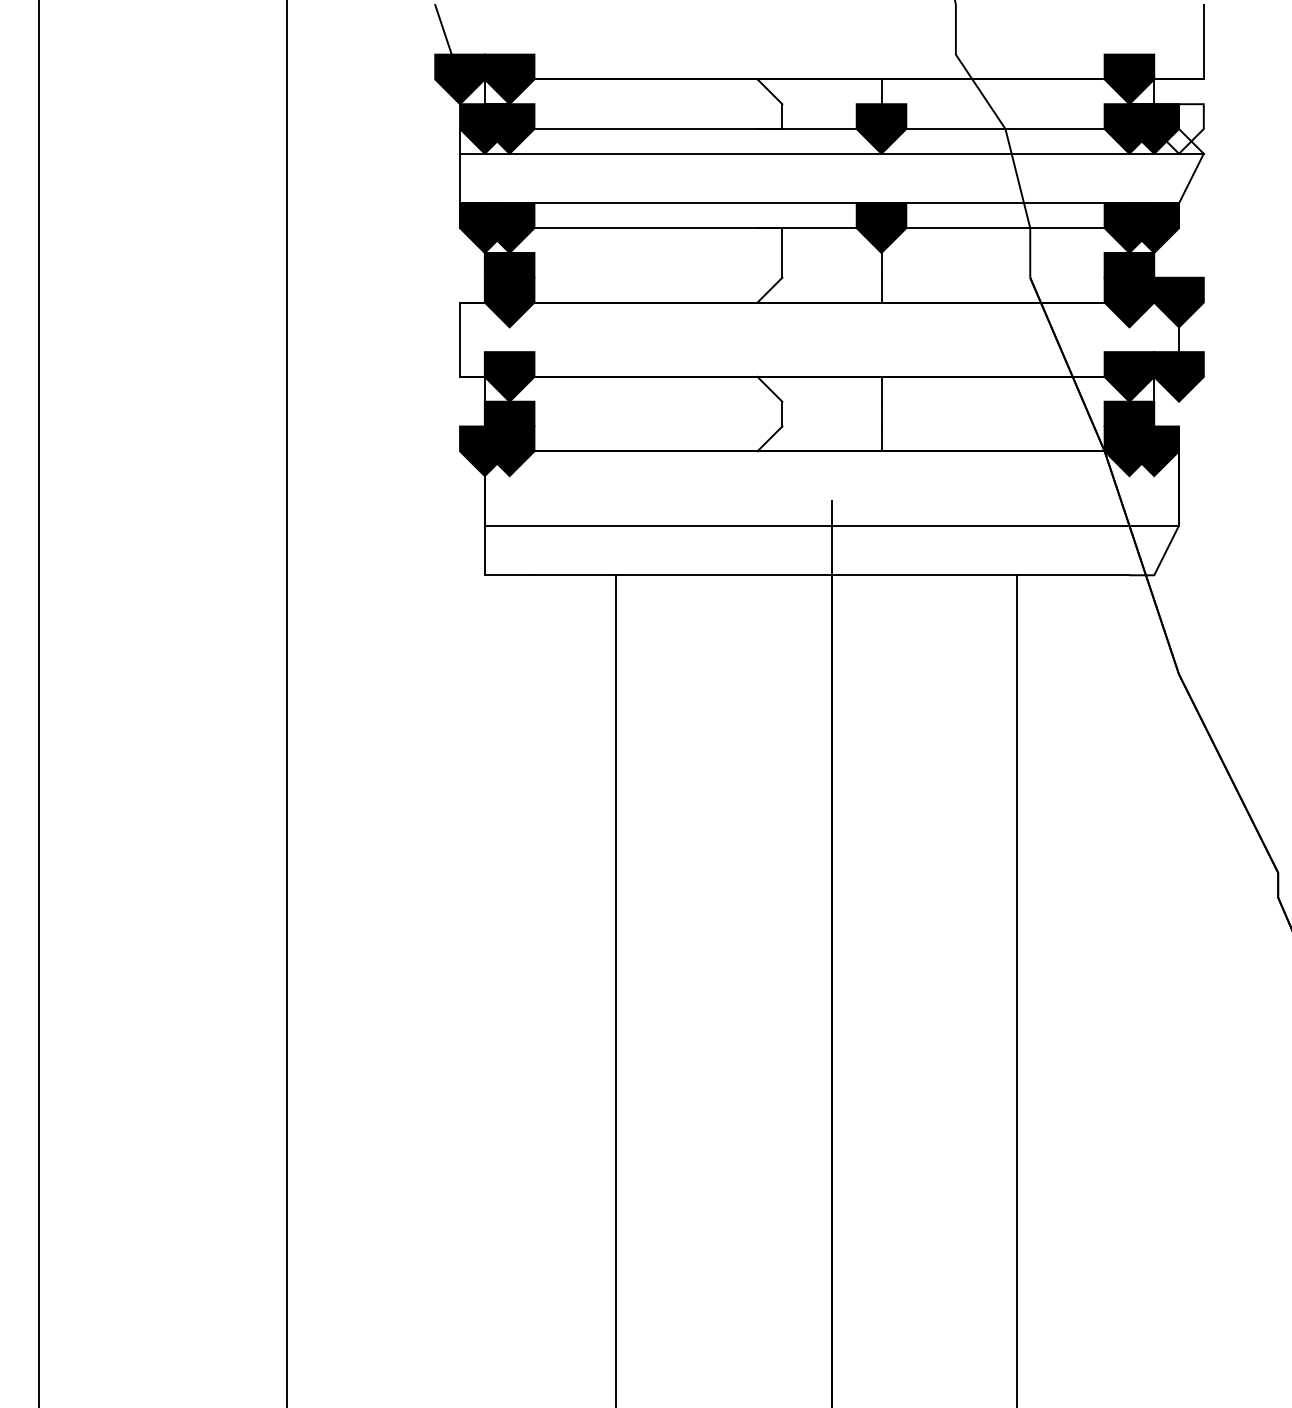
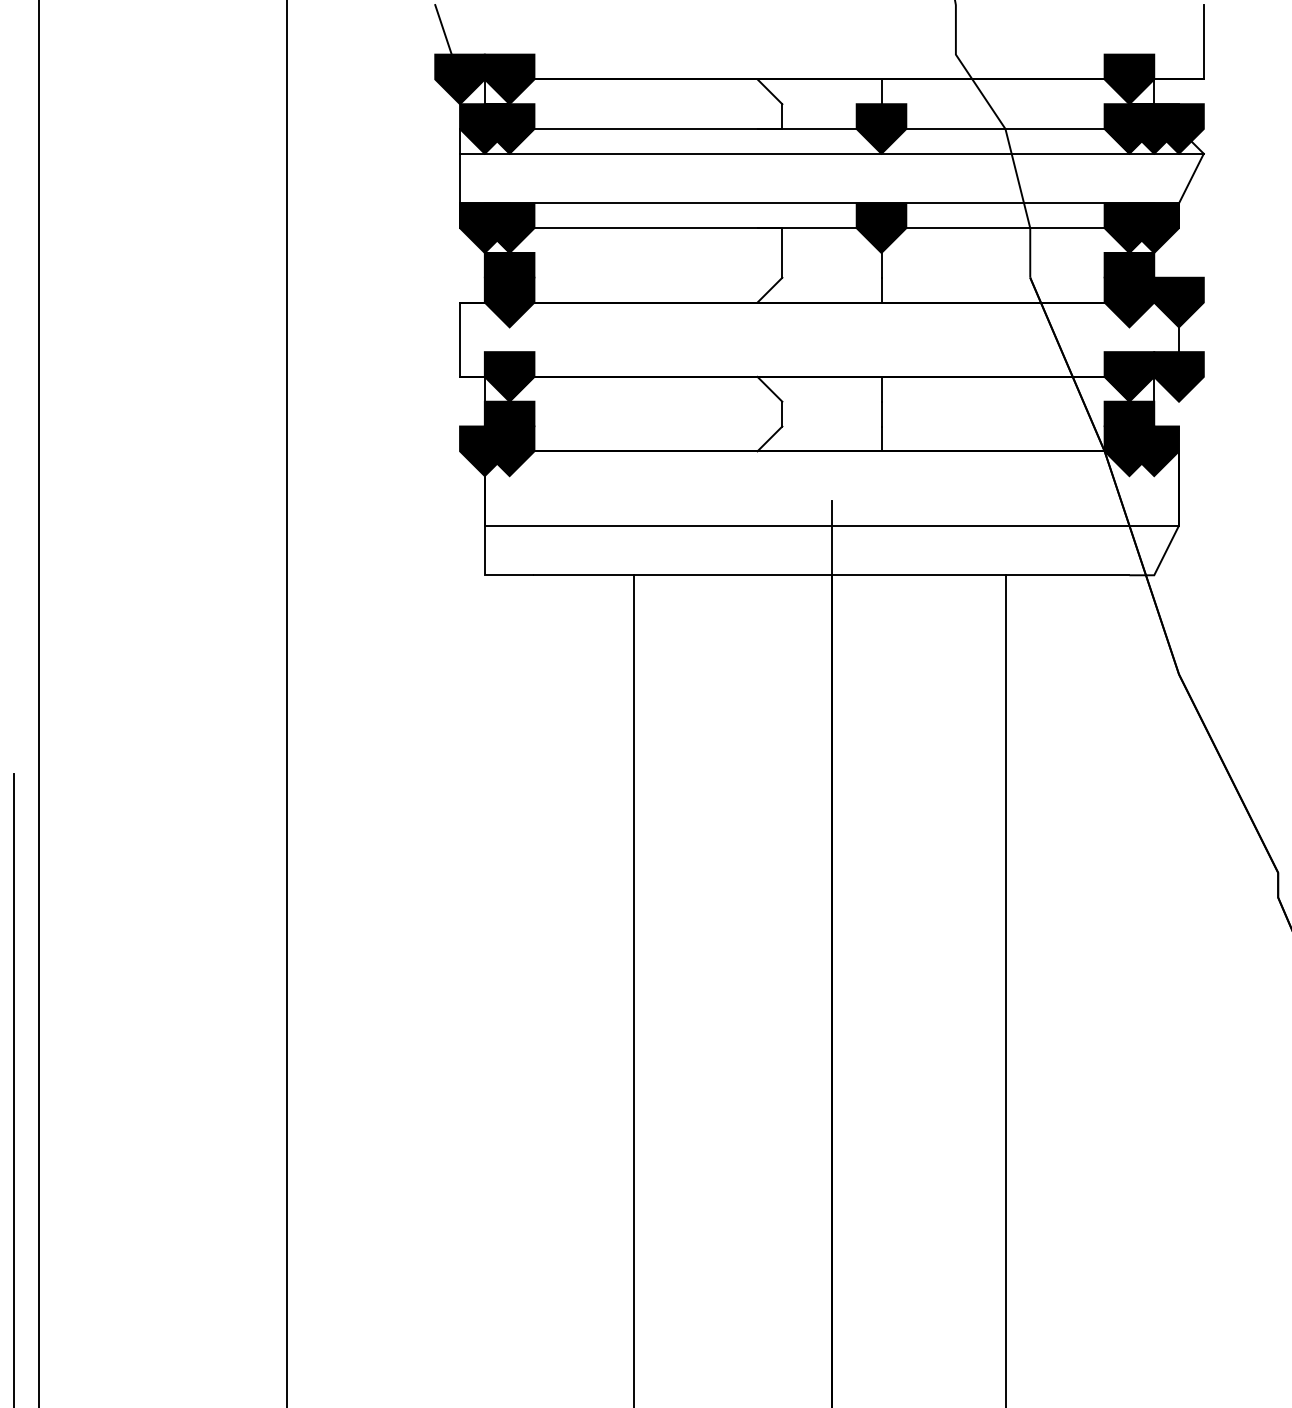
fill at (1178, 128): none -> present
line at (615, 989) position: (615, 989) -> (633, 989)
line at (1016, 989) position: (1016, 989) -> (1005, 989)
line at (13, 1088): none -> present
